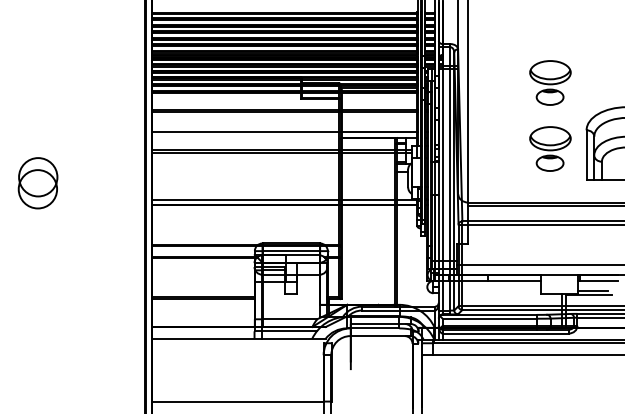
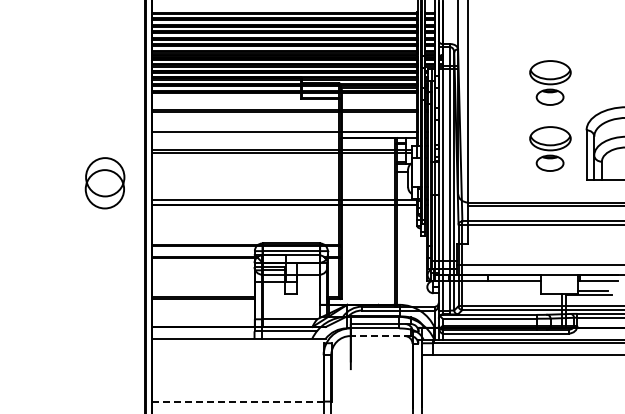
part at (37, 183) position: (37, 183) -> (104, 183)
line at (380, 336): solid -> dashed
line at (238, 401): solid -> dashed
